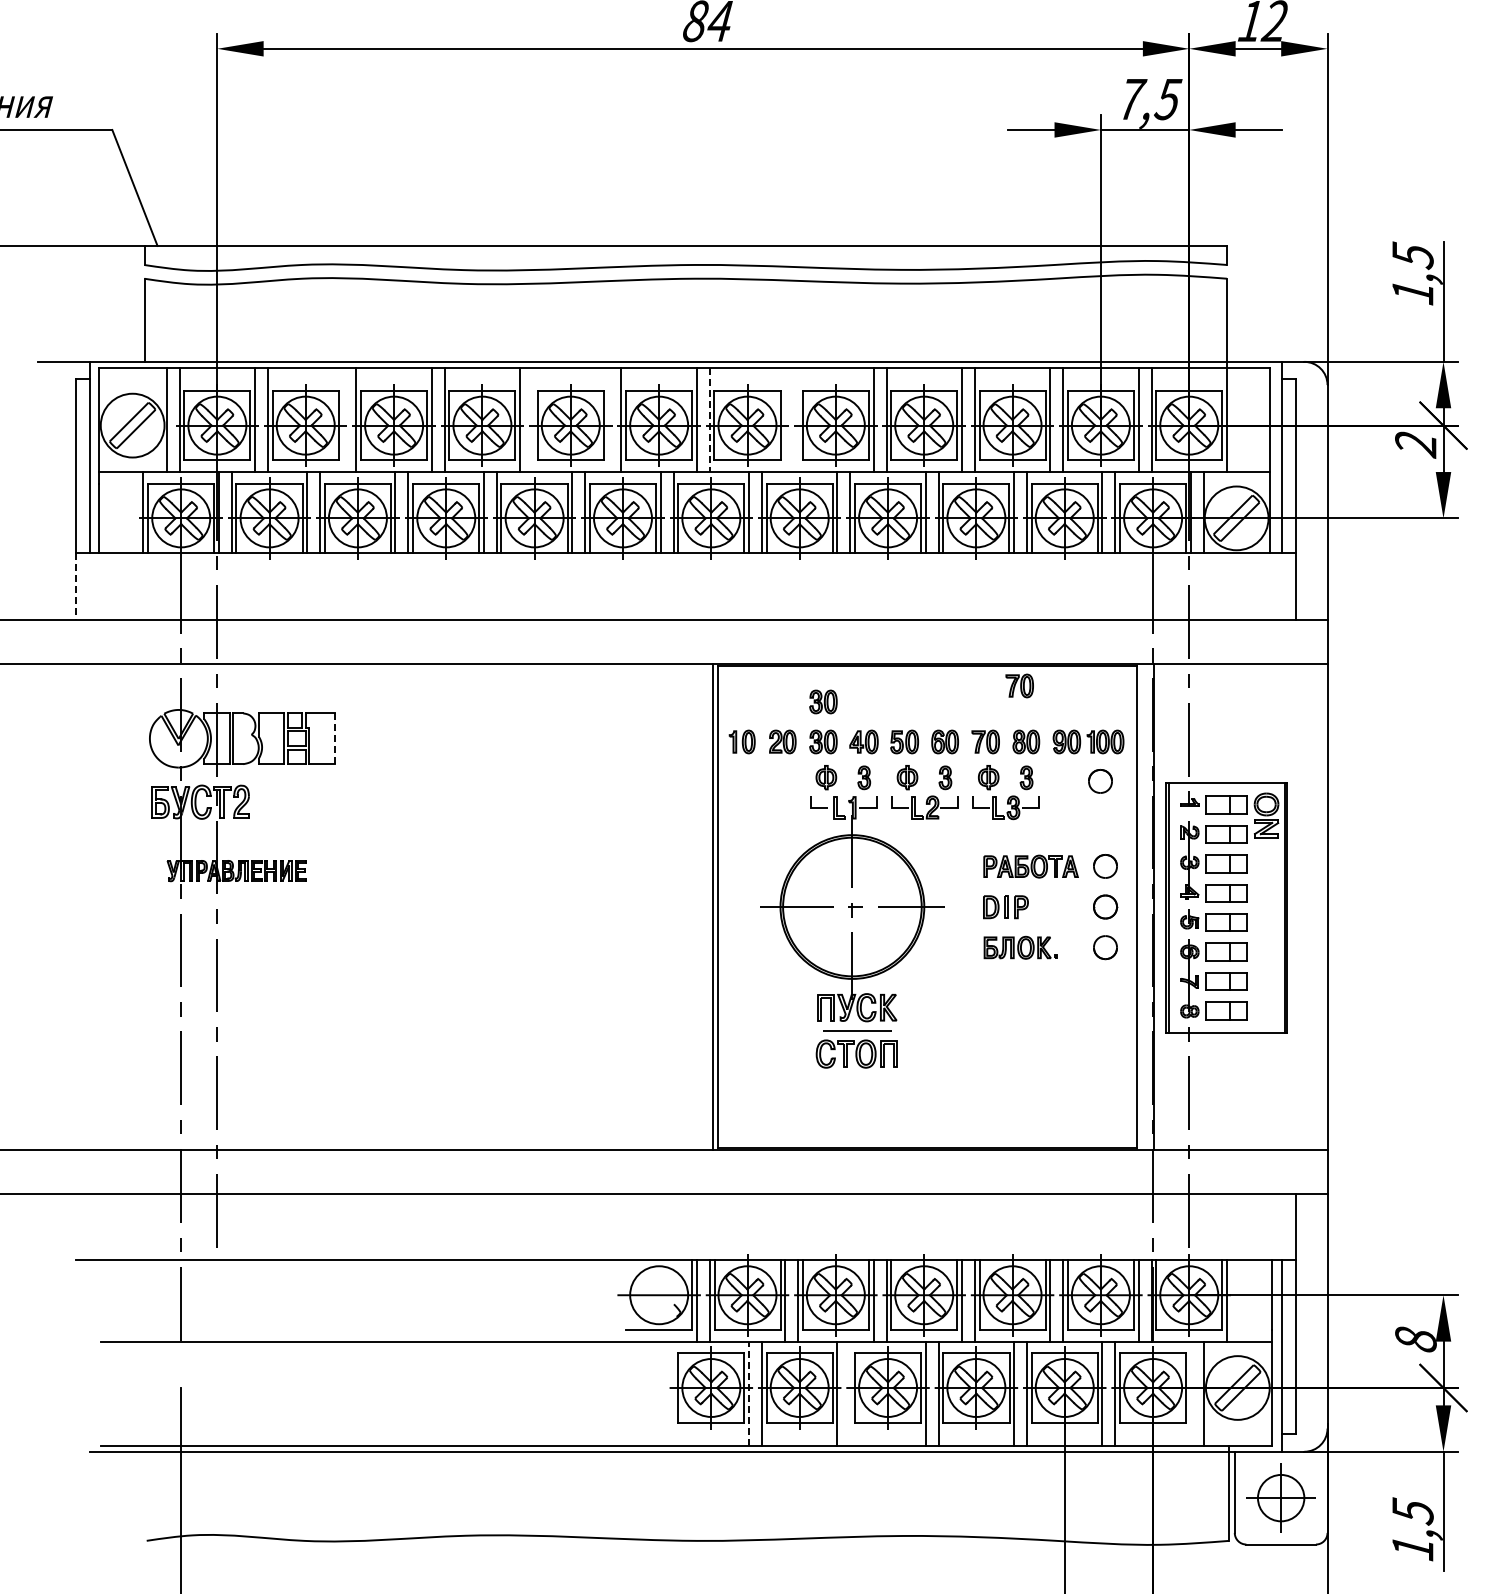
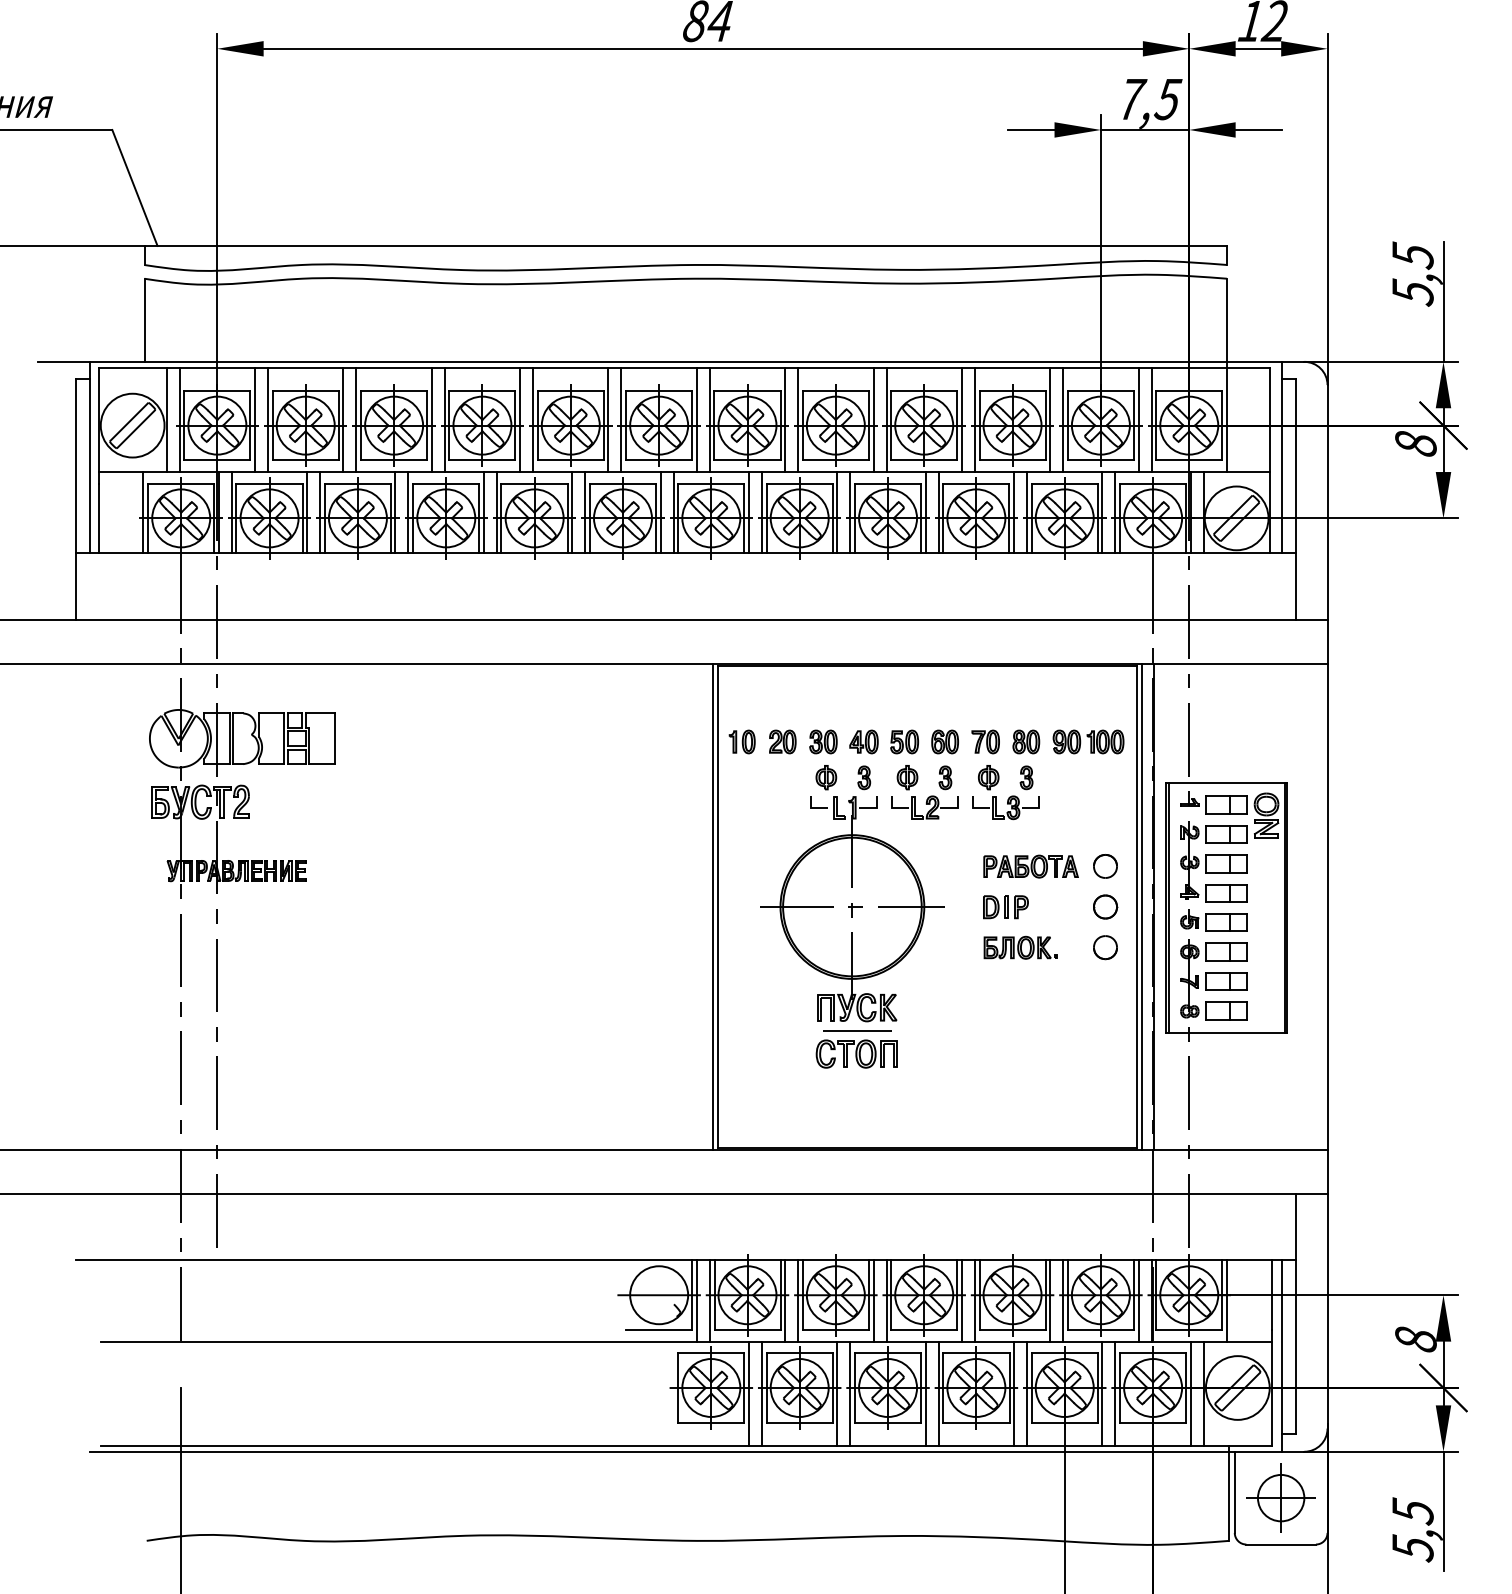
text at (1412, 292): 1,5 -> 5,5
line at (343, 419): none -> present
line at (533, 419): none -> present
line at (608, 419): none -> present
line at (785, 419): none -> present
line at (798, 419): none -> present
line at (709, 420): dashed -> solid
text at (1415, 444): 2 -> 8
line at (76, 587): dashed -> solid
part at (1019, 685): present -> none
part at (823, 701): present -> none
line at (334, 738): dashed -> solid
part at (1100, 781): present -> none
line at (1142, 906): none -> present
line at (749, 1393): dashed -> solid
line at (850, 1393): none -> present
line at (1190, 1393): none -> present
text at (1412, 1548): 1,5 -> 5,5
